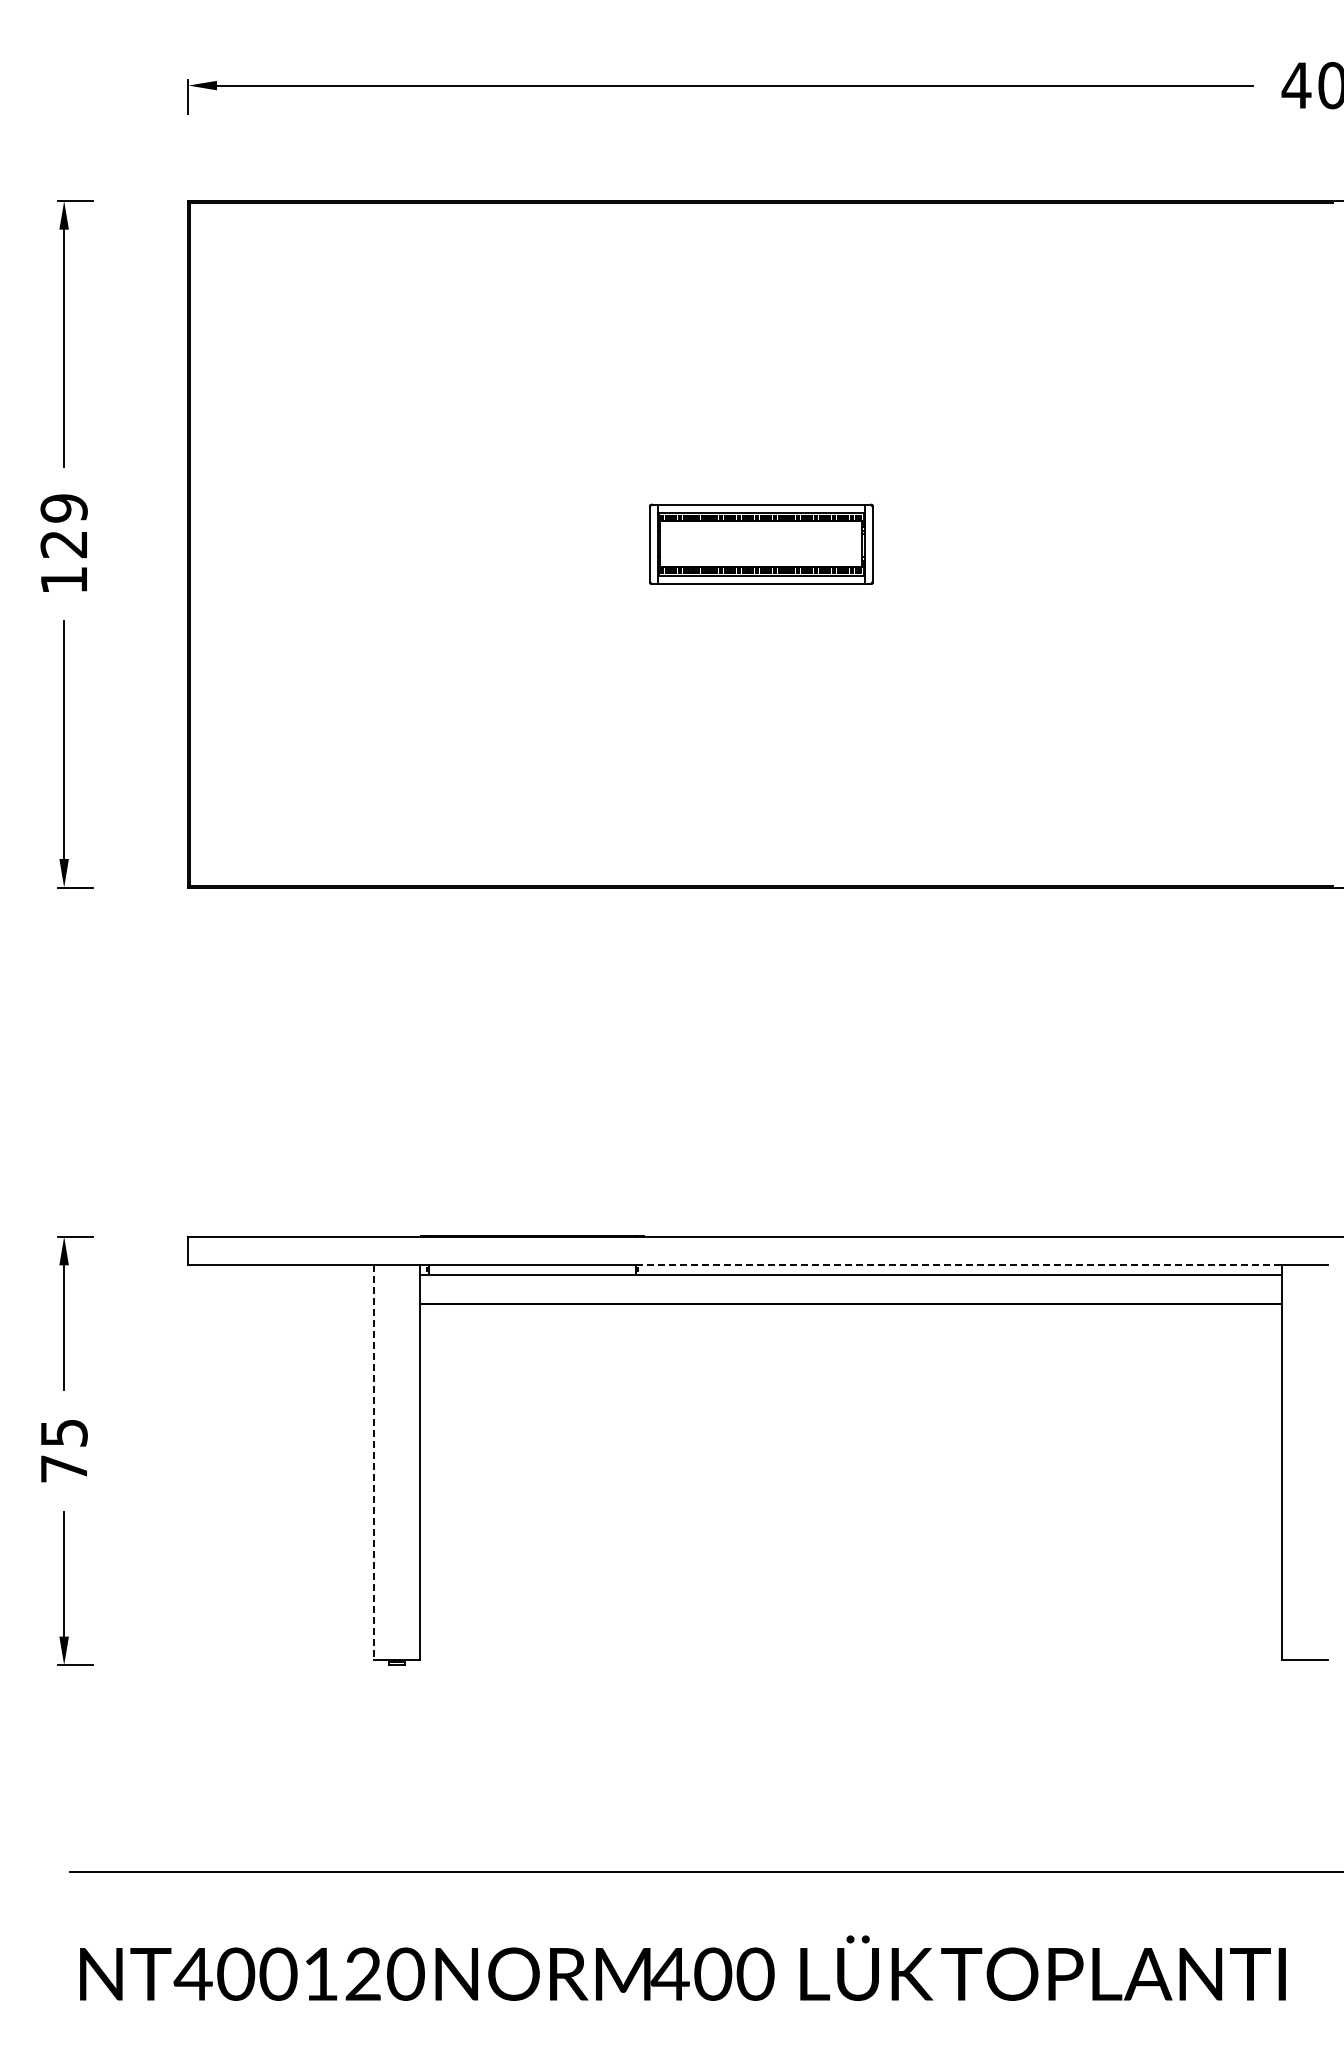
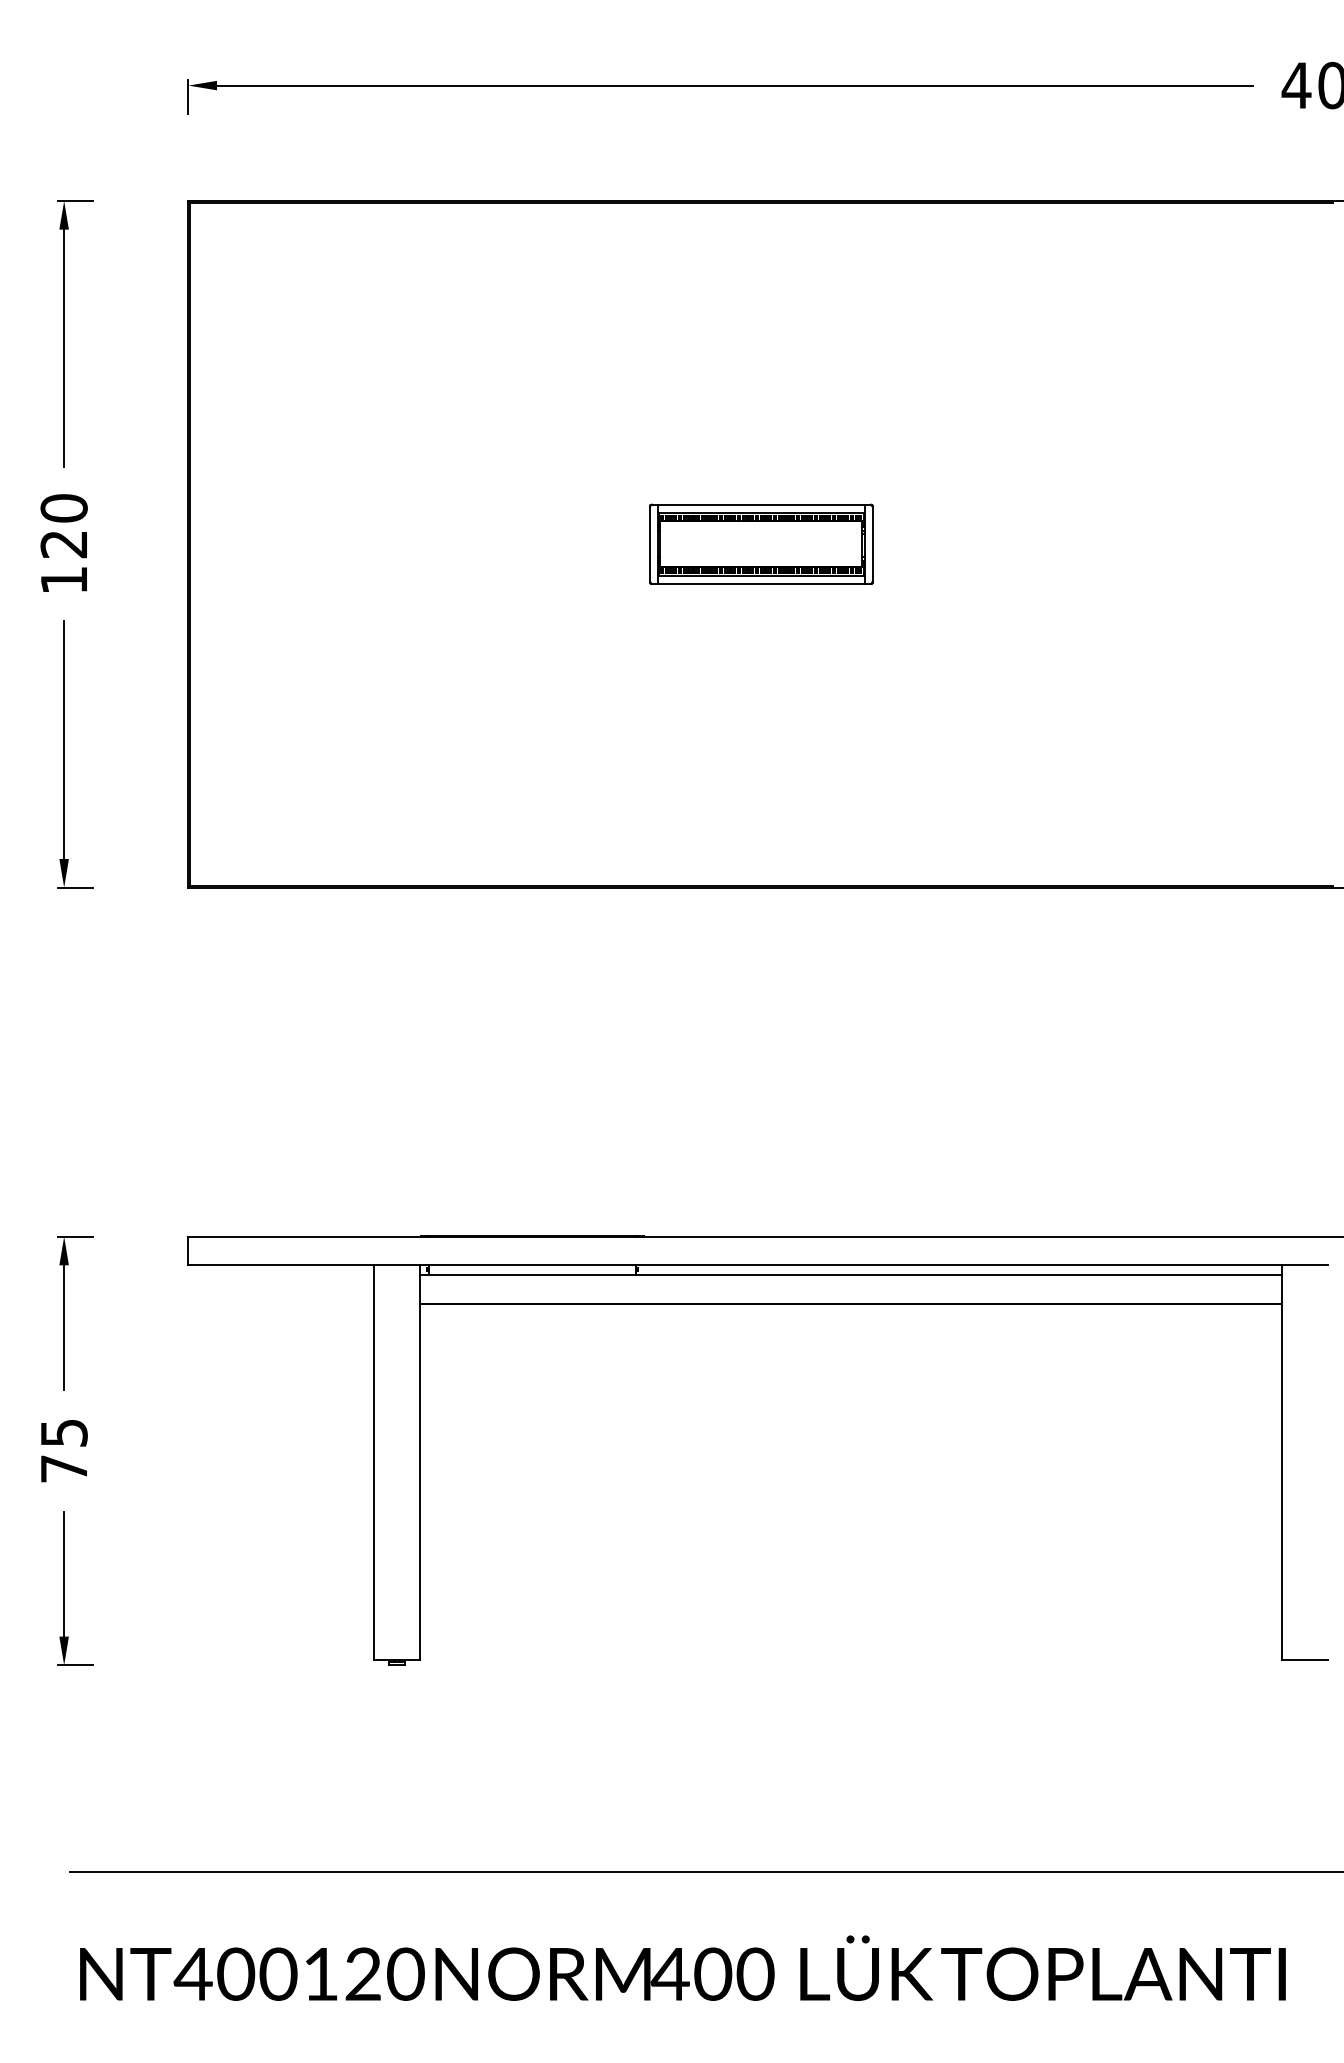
text at (63, 508): 129 -> 120
line at (959, 1265): dashed -> solid
line at (374, 1462): dashed -> solid
